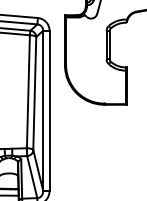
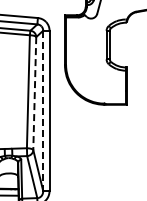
line at (34, 93): solid -> dashed
line at (43, 111): solid -> dashed
